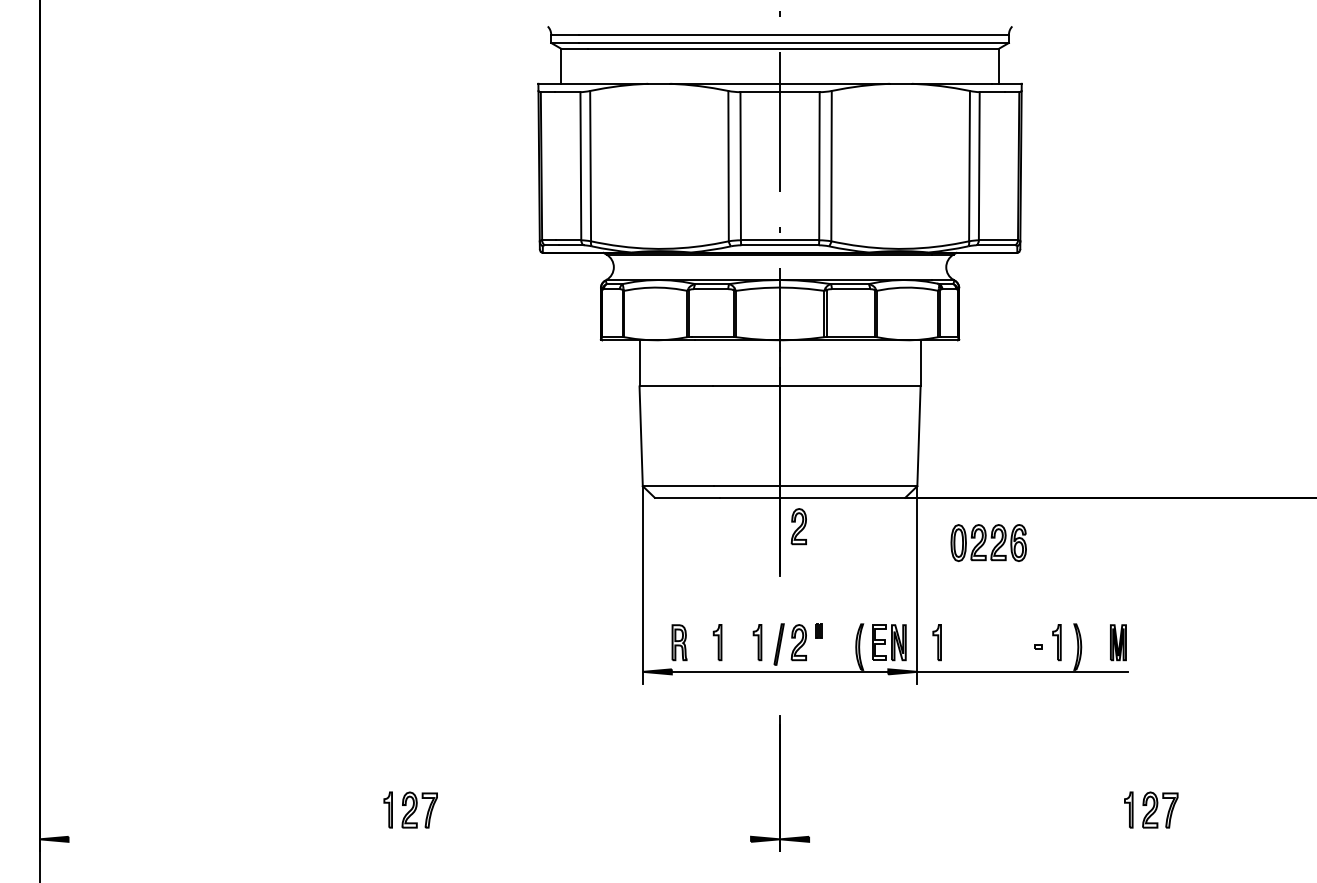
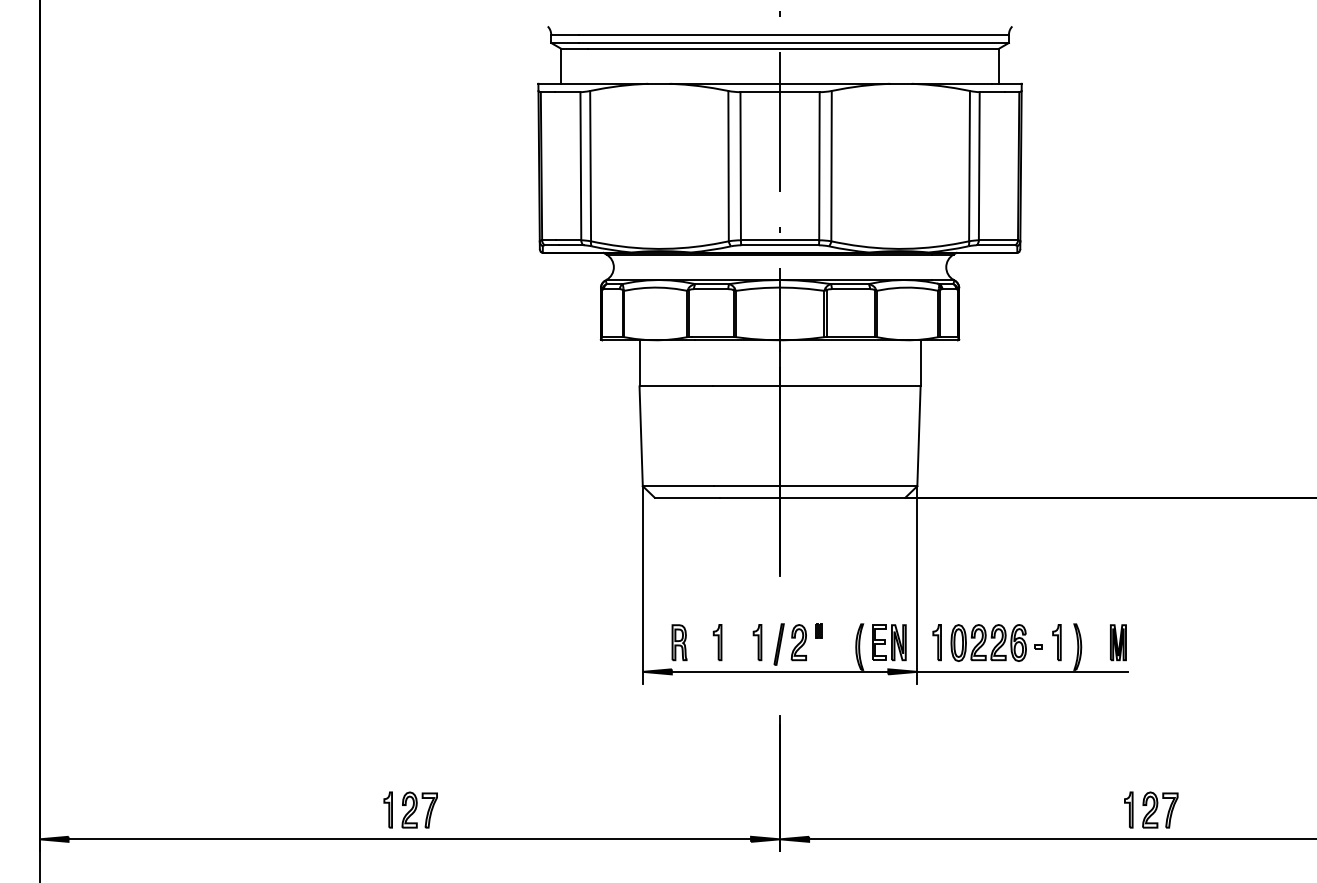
part at (798, 526): present -> none
part at (988, 542) position: (988, 542) -> (988, 642)
line at (409, 839): none -> present
line at (1061, 839): none -> present
